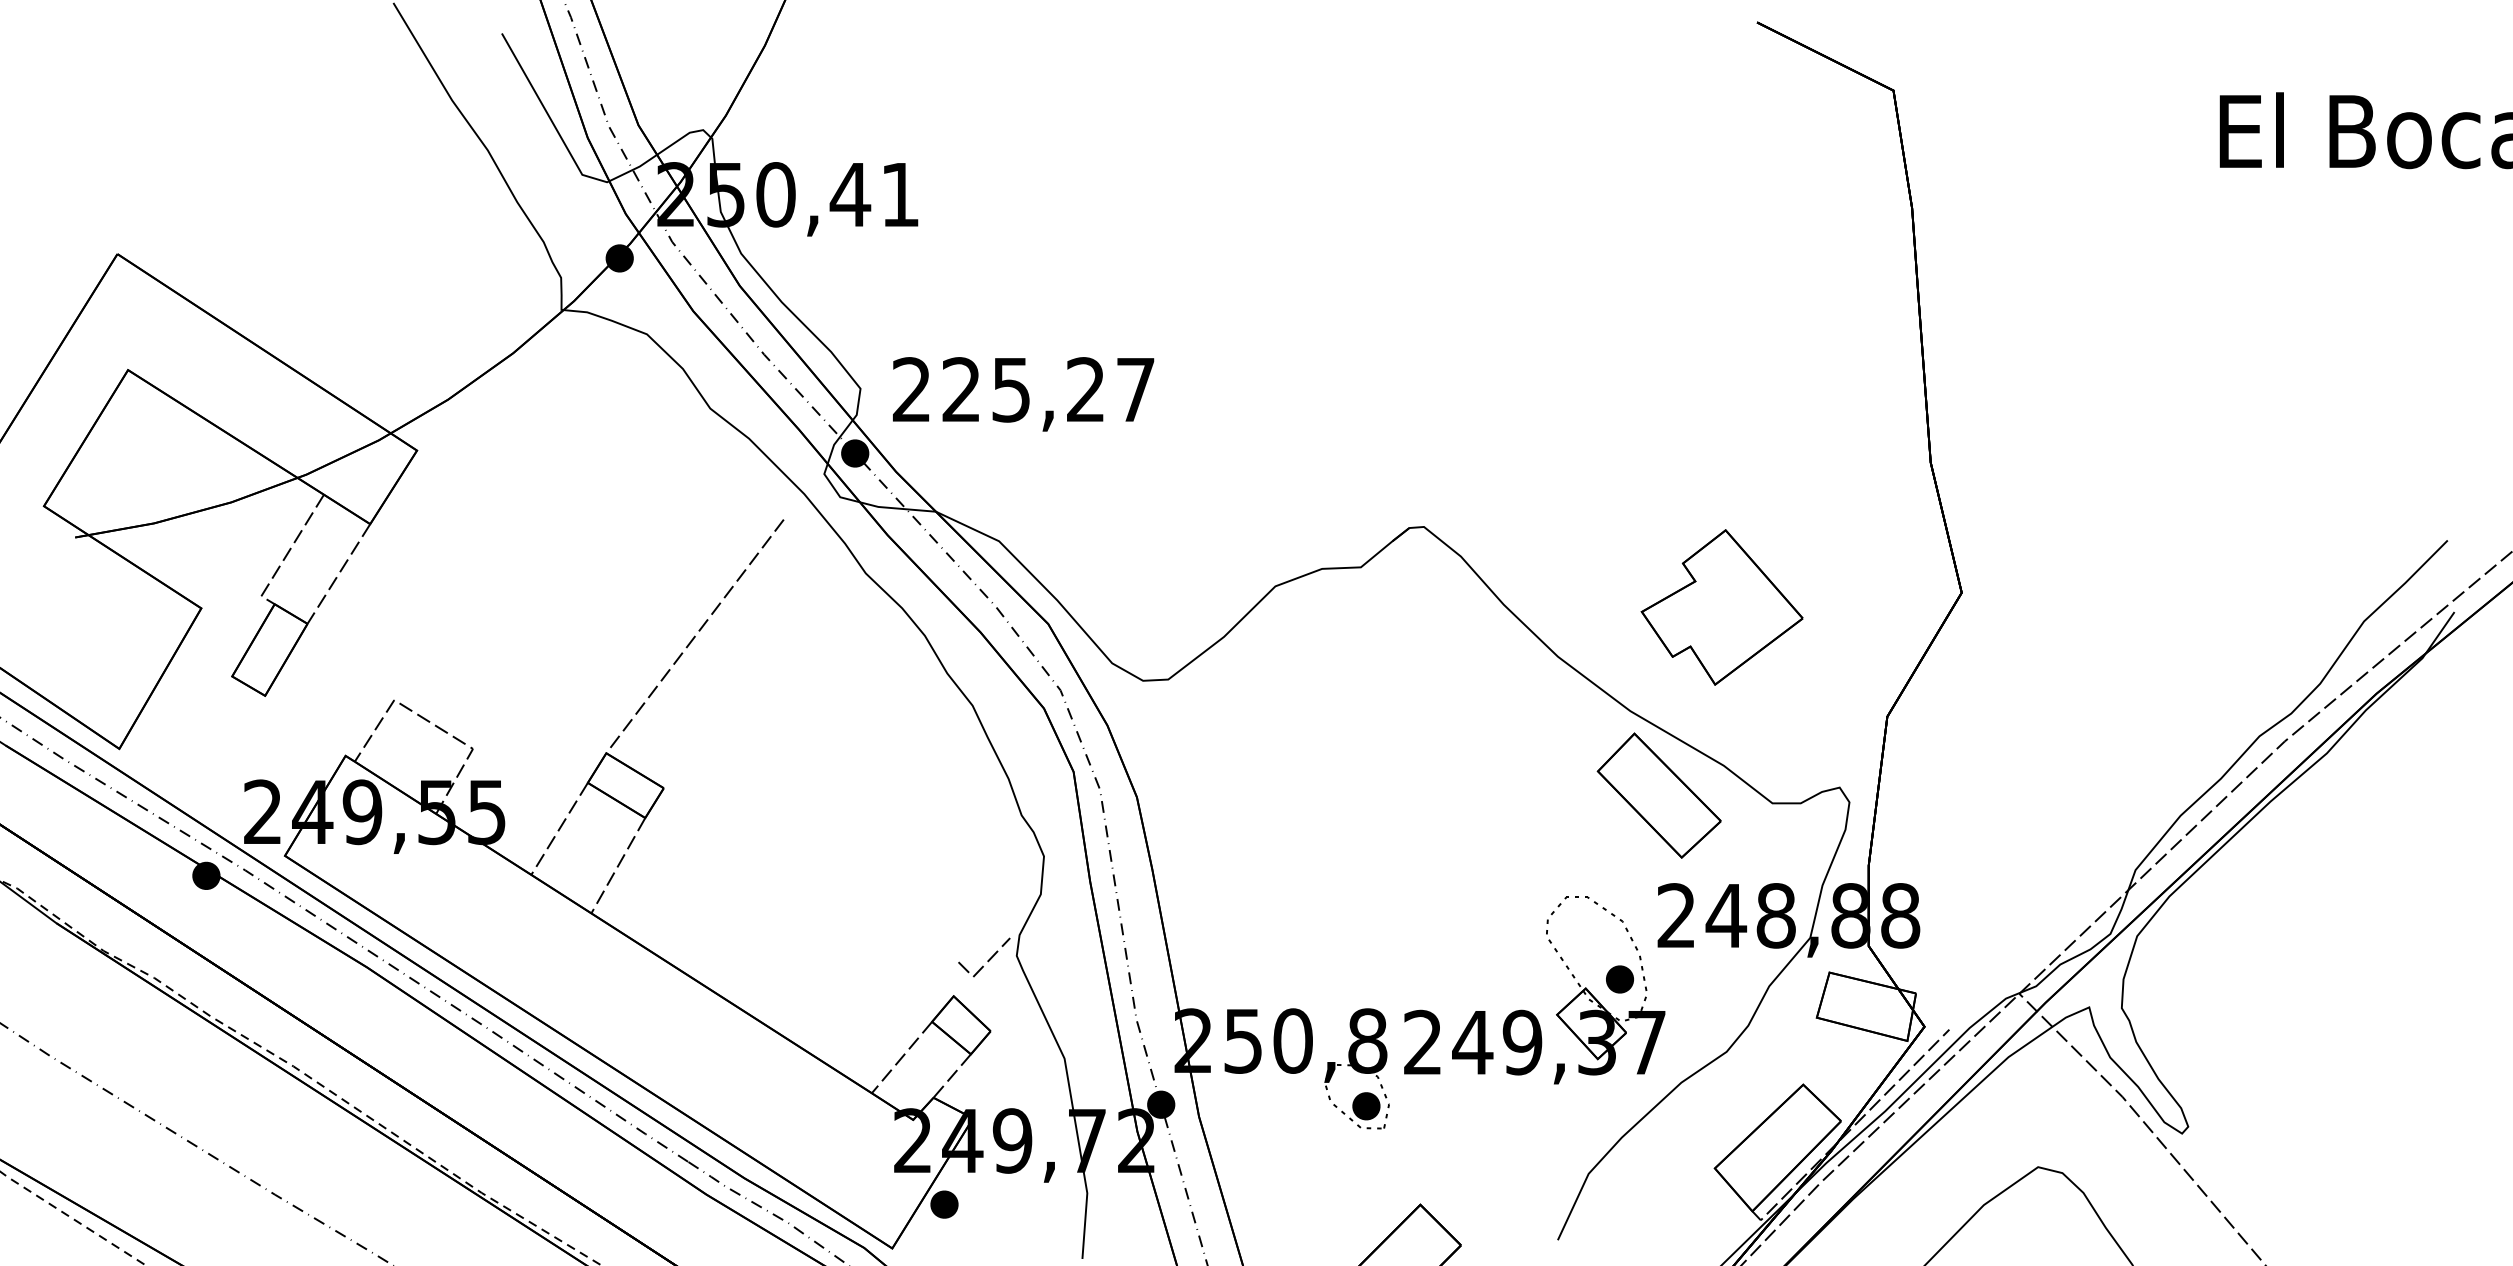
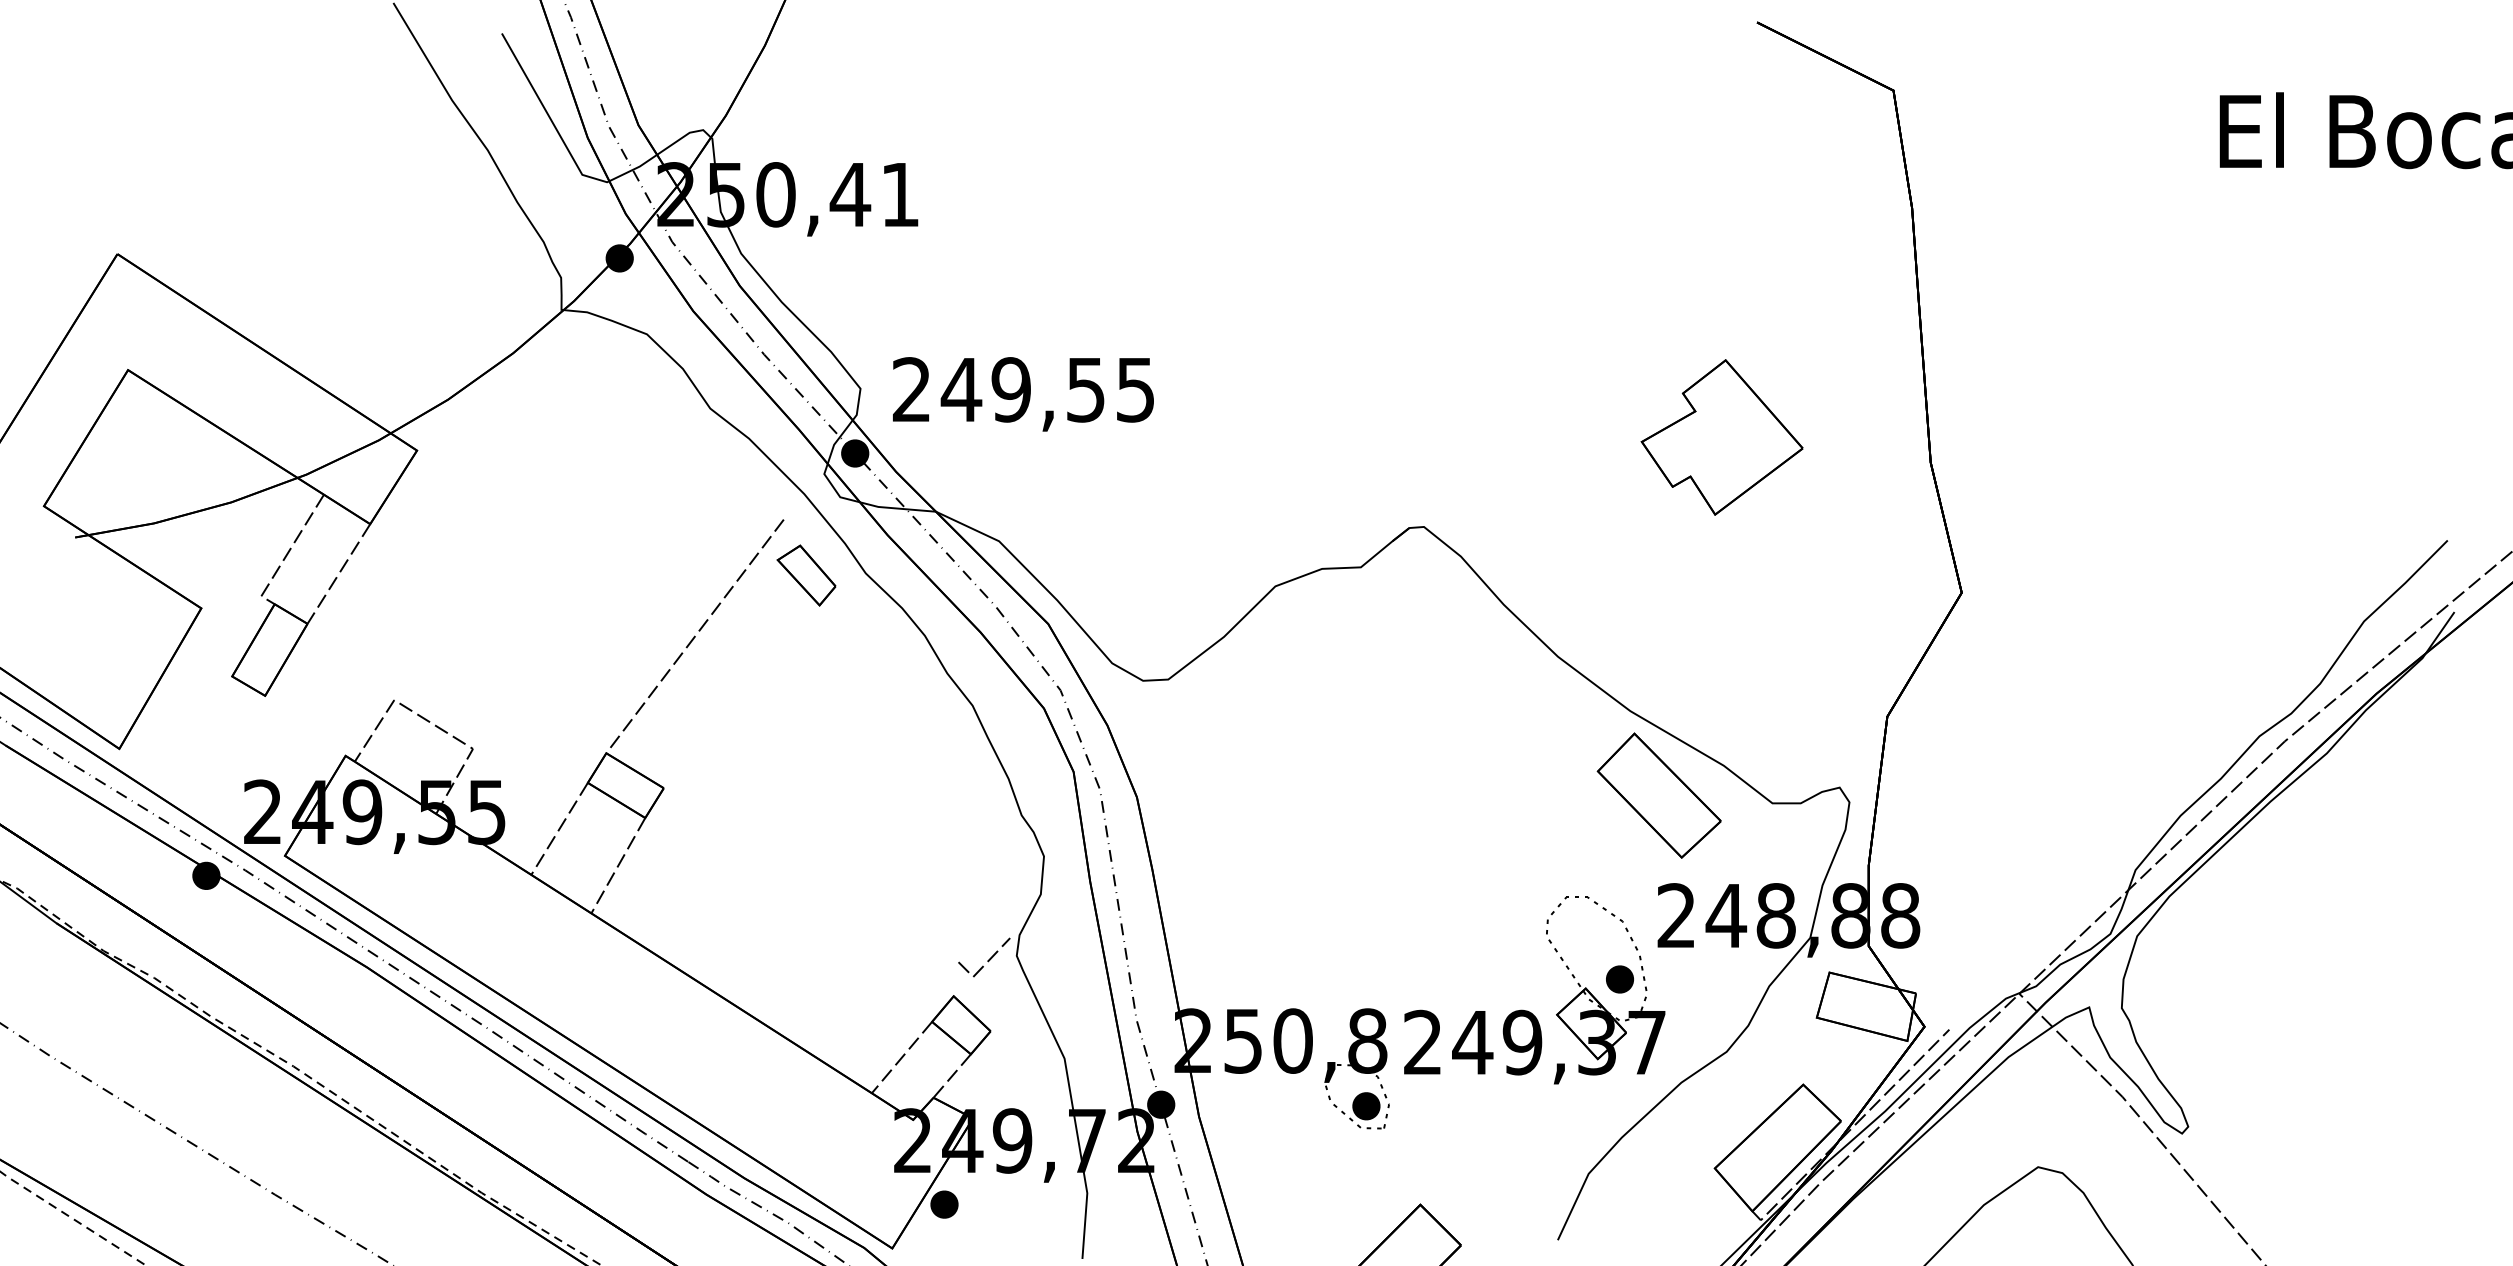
text at (1047, 389): 225,27 -> 249,55
part at (806, 575): none -> present
part at (1721, 607) position: (1721, 607) -> (1721, 437)
